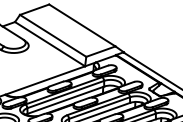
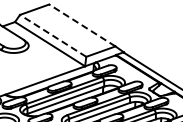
line at (81, 25): solid -> dashed
line at (52, 35): solid -> dashed
